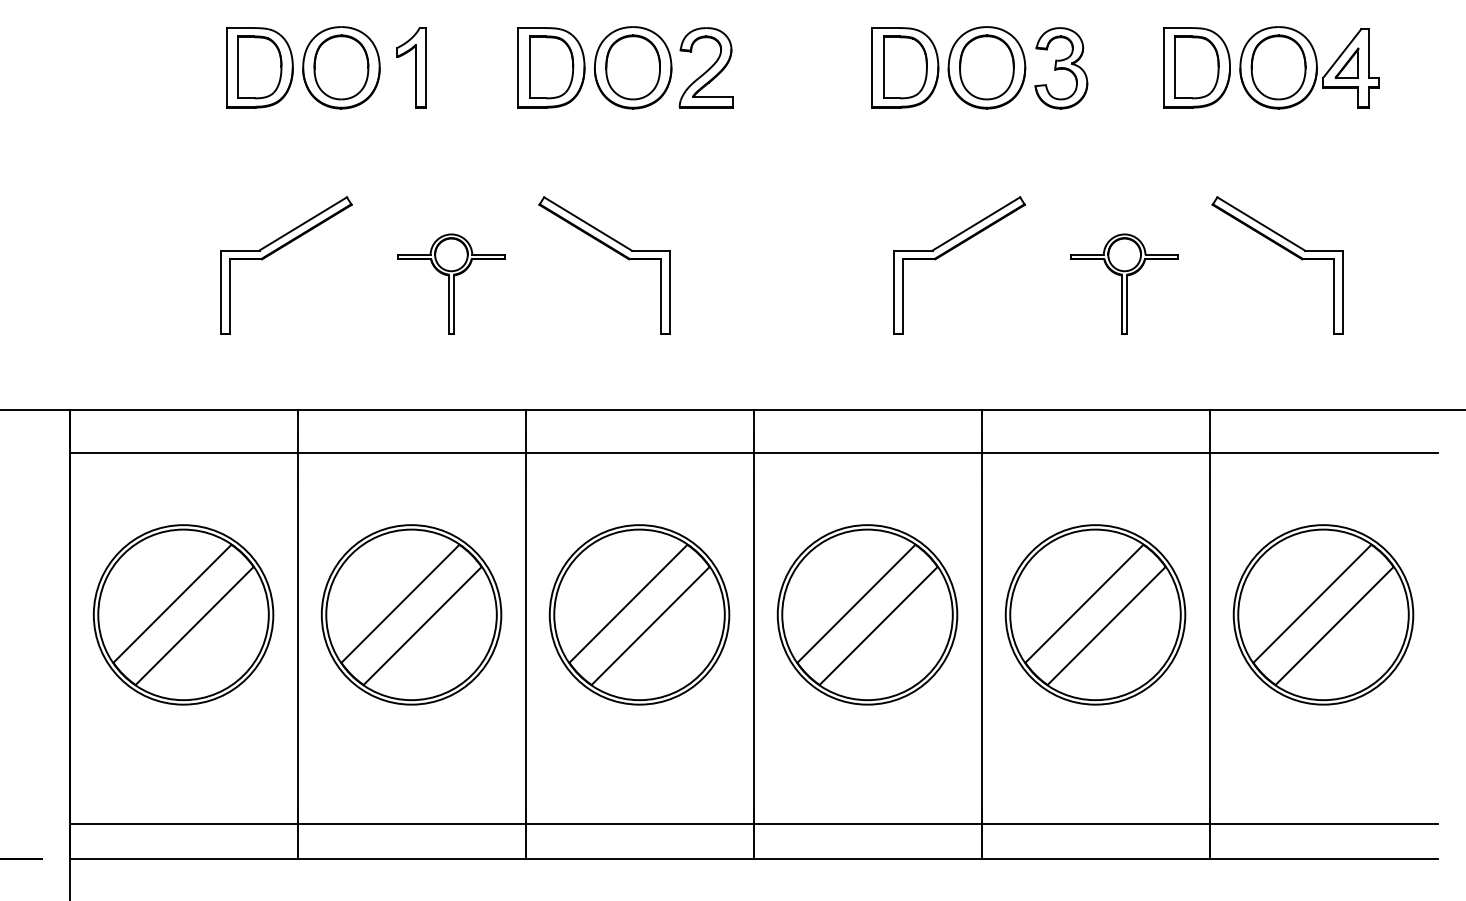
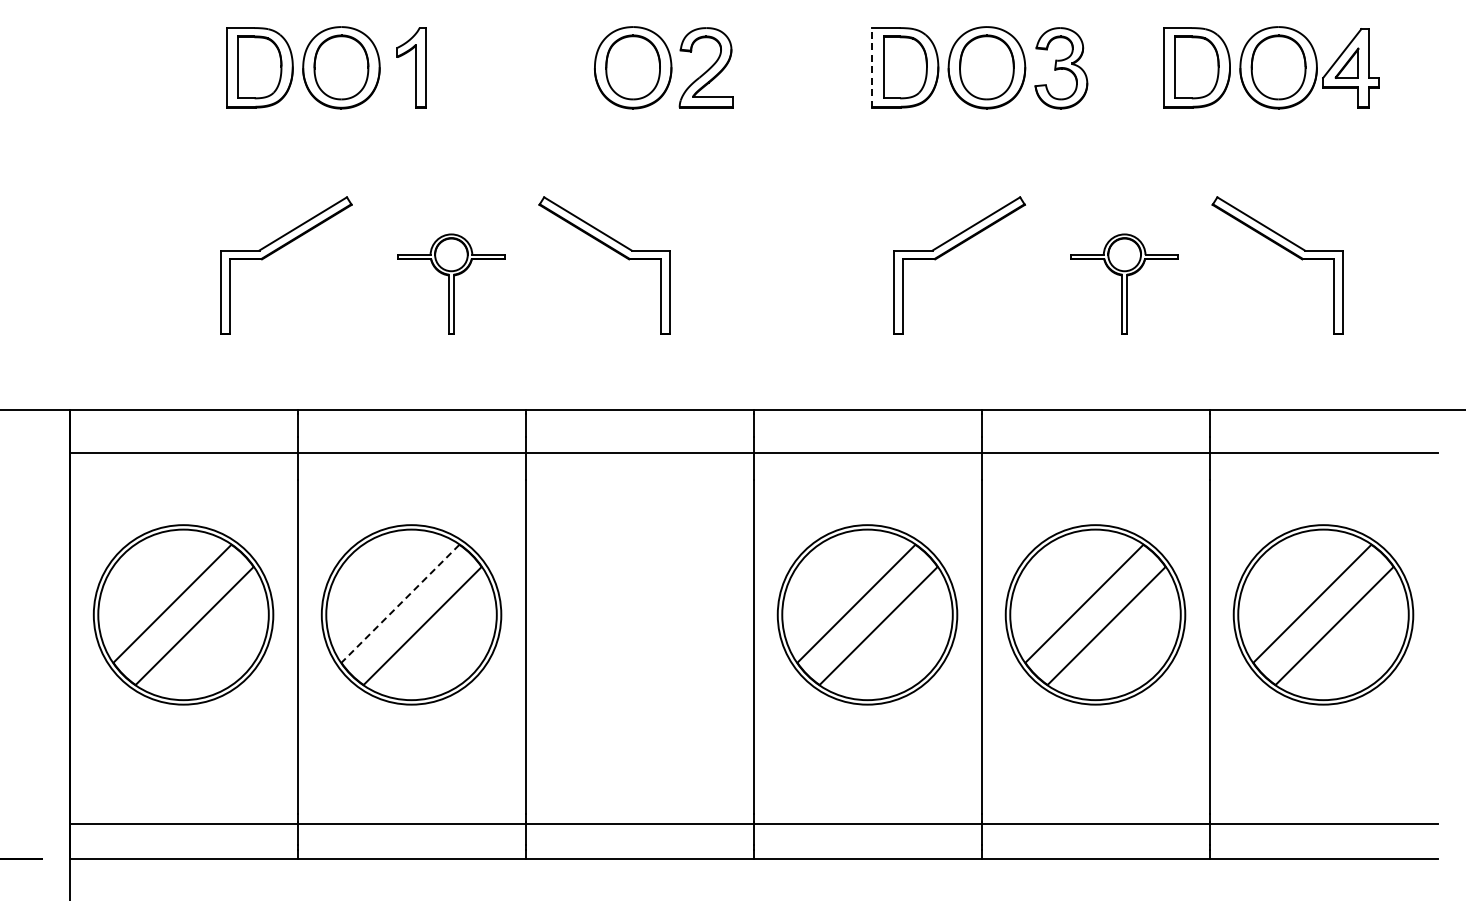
part at (551, 67): present -> none
line at (872, 67): solid -> dashed
line at (400, 604): solid -> dashed
part at (639, 614): present -> none
